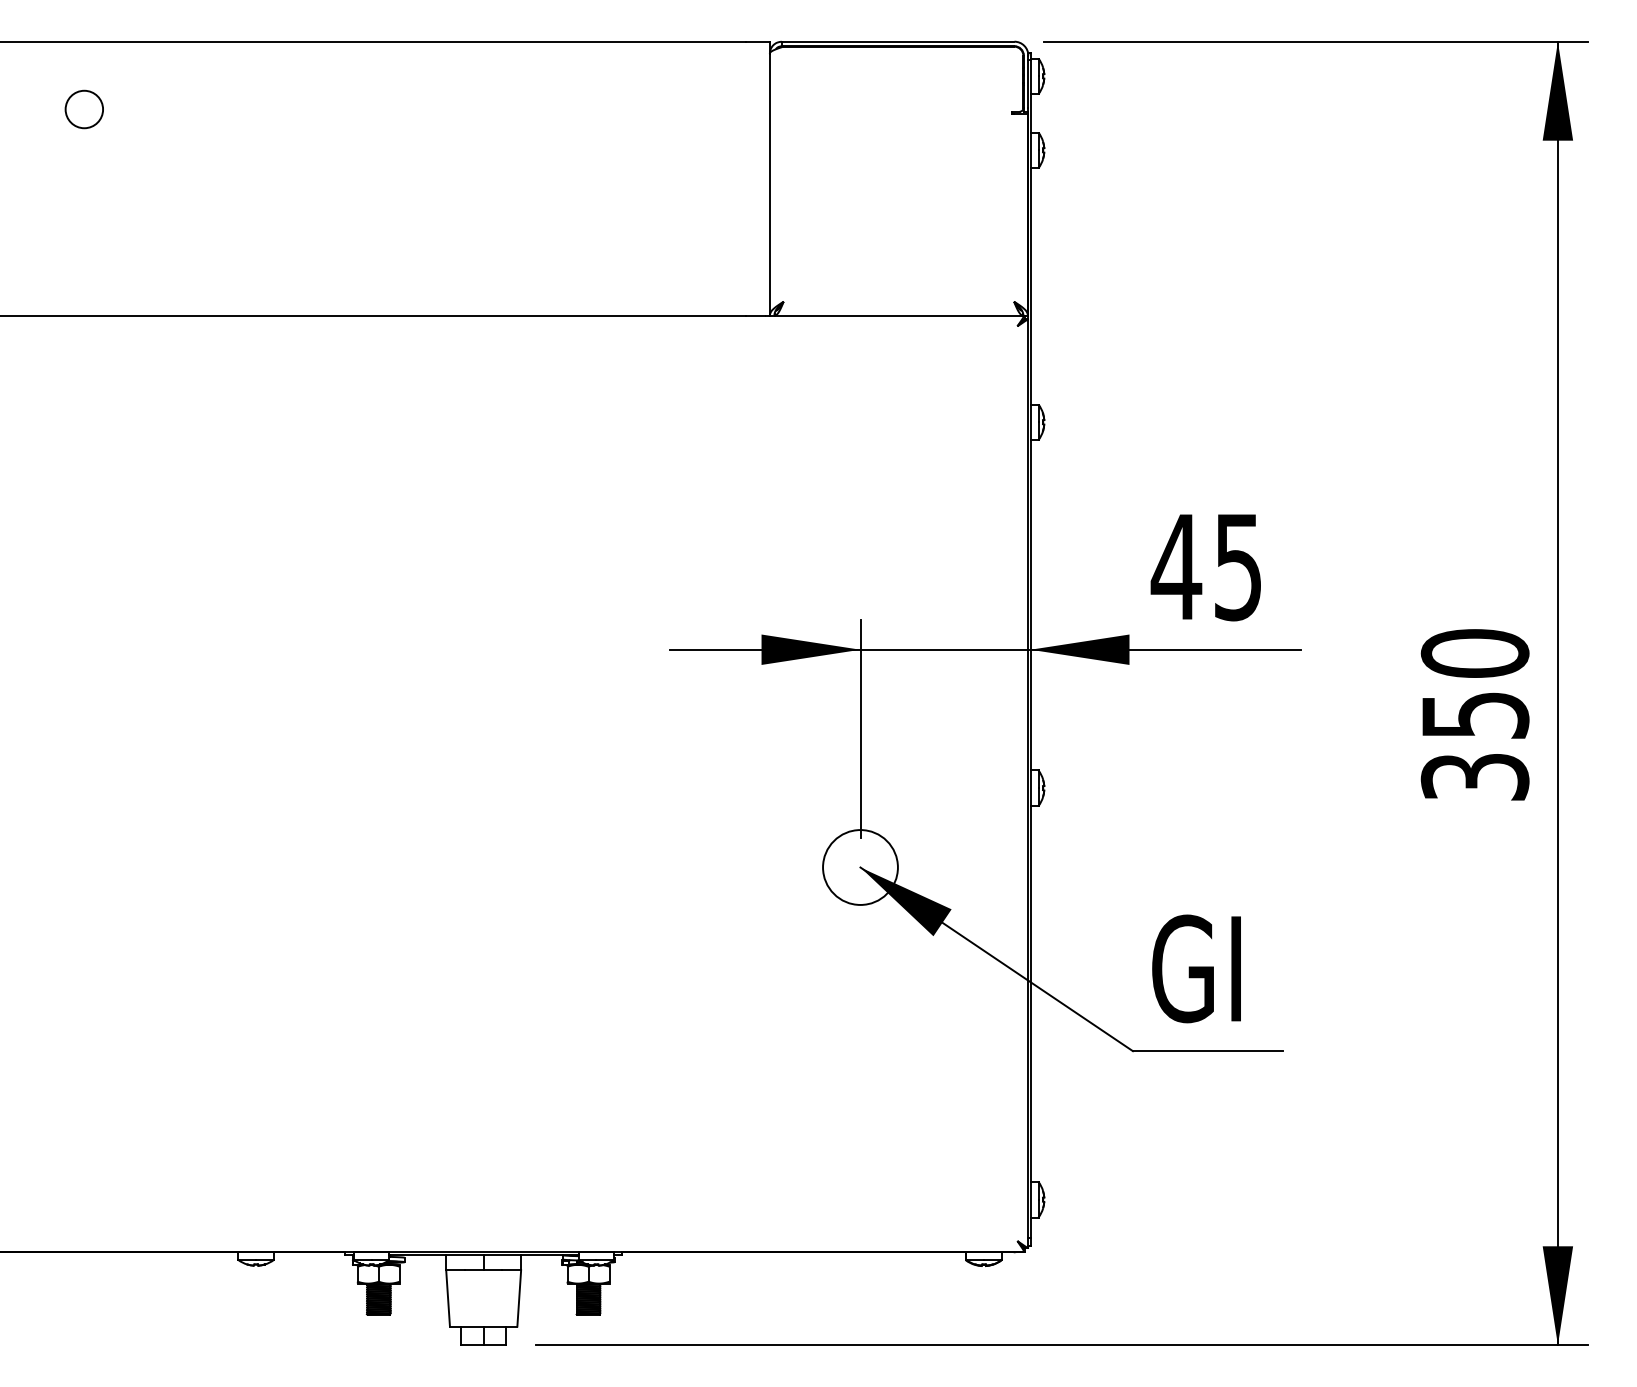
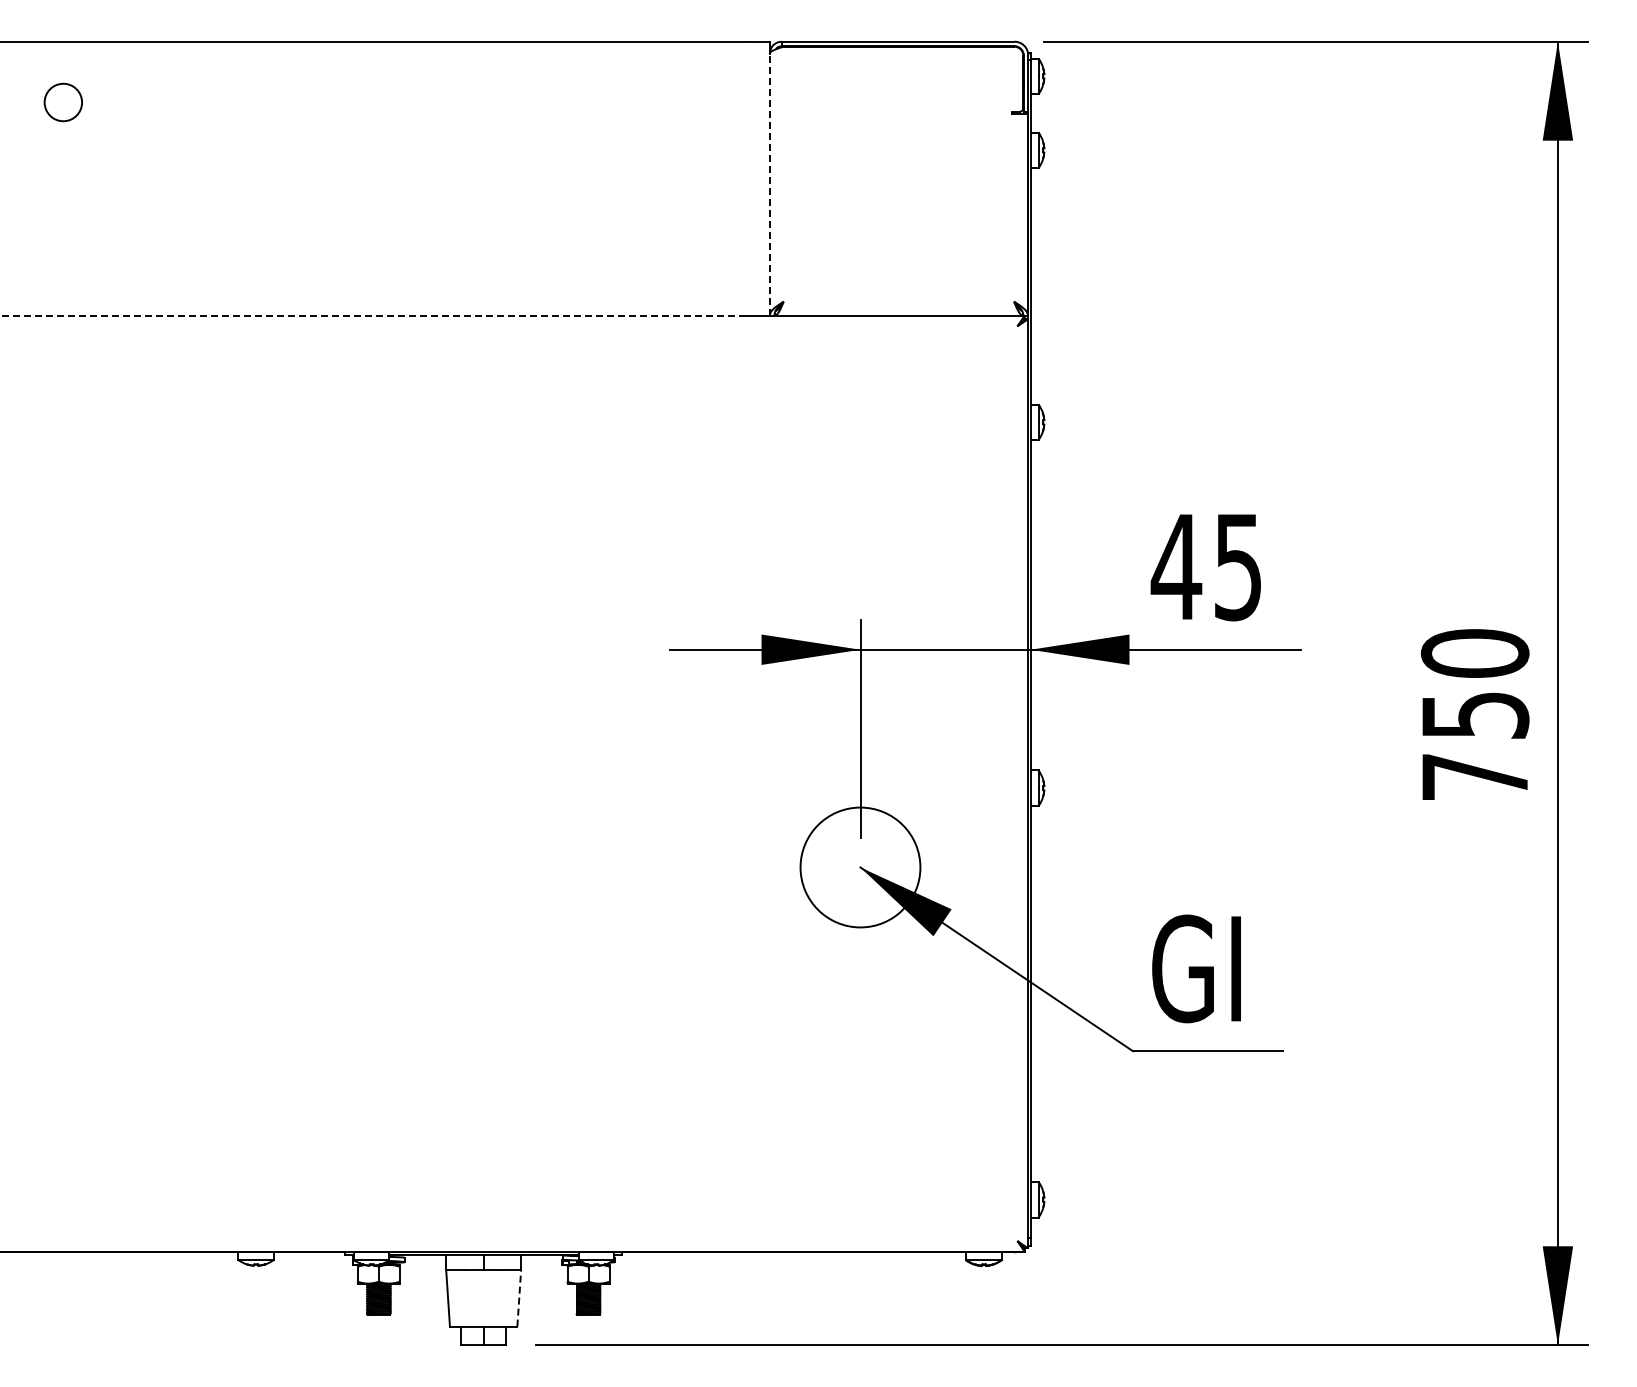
circle at (83, 109) position: (83, 109) -> (62, 102)
line at (769, 184): solid -> dashed
line at (372, 315): solid -> dashed
text at (1474, 777): 350 -> 750
circle at (860, 867) diameter: 75 px -> 120 px
line at (519, 1297): solid -> dashed
